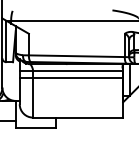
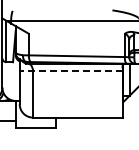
line at (70, 70): solid -> dashed
line at (70, 77): present -> none
